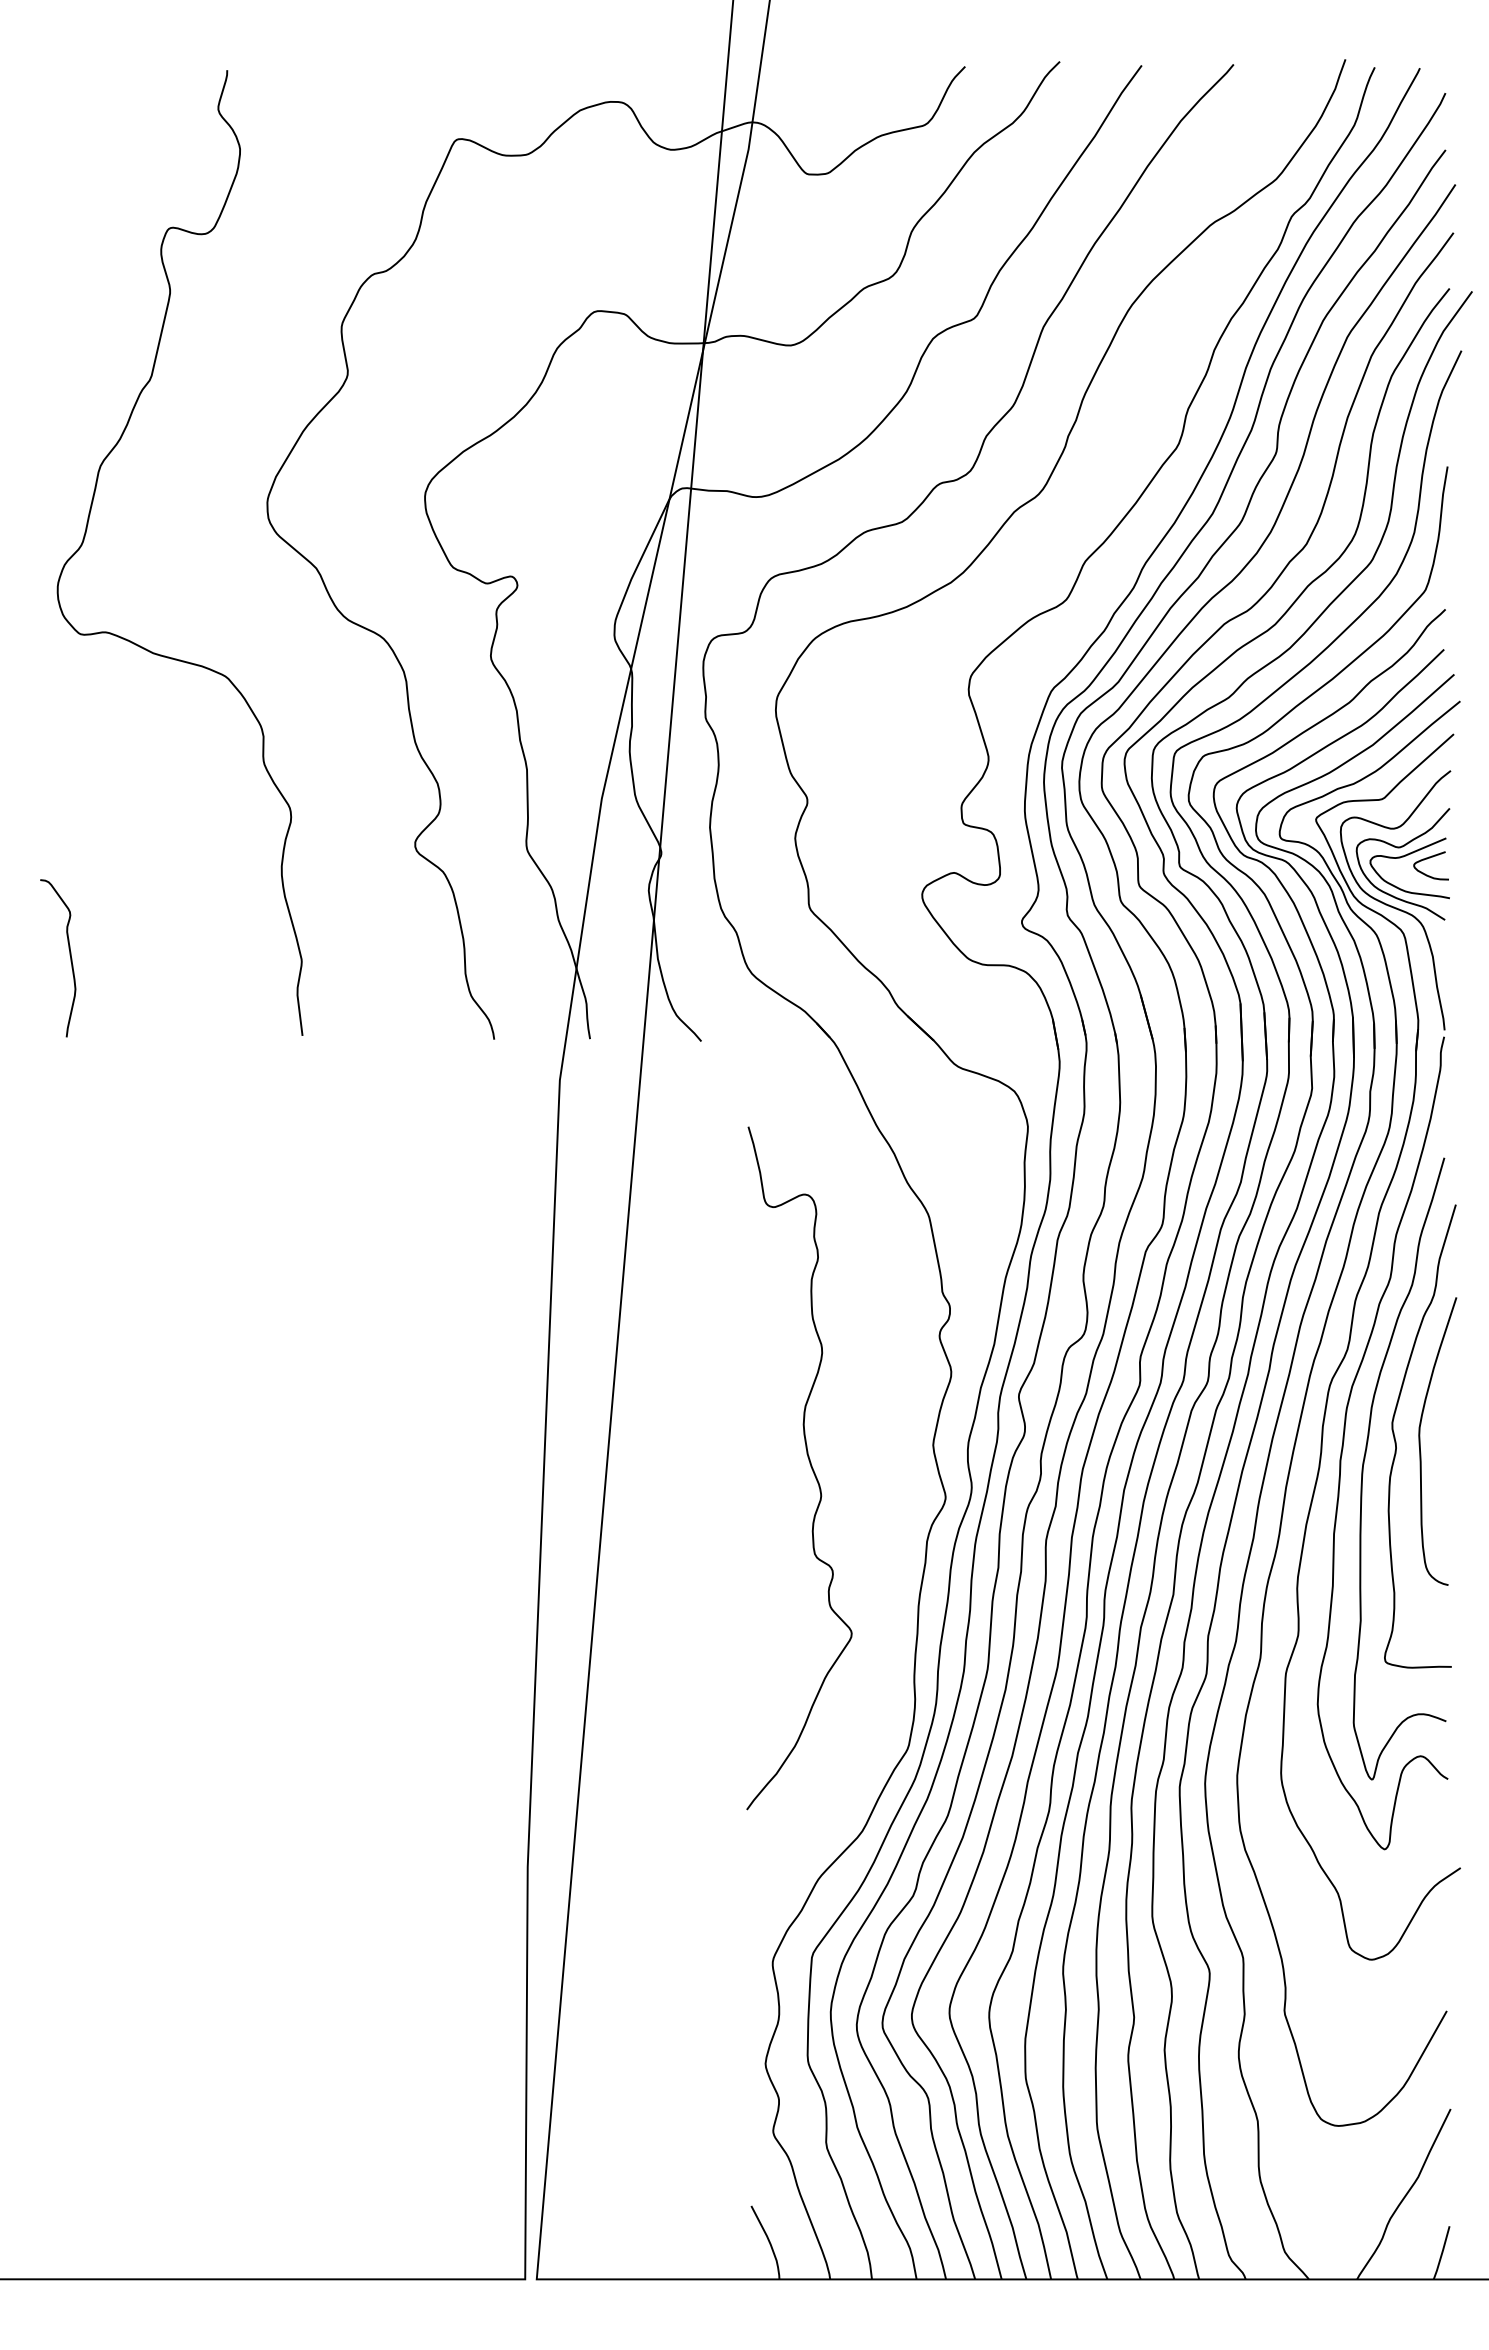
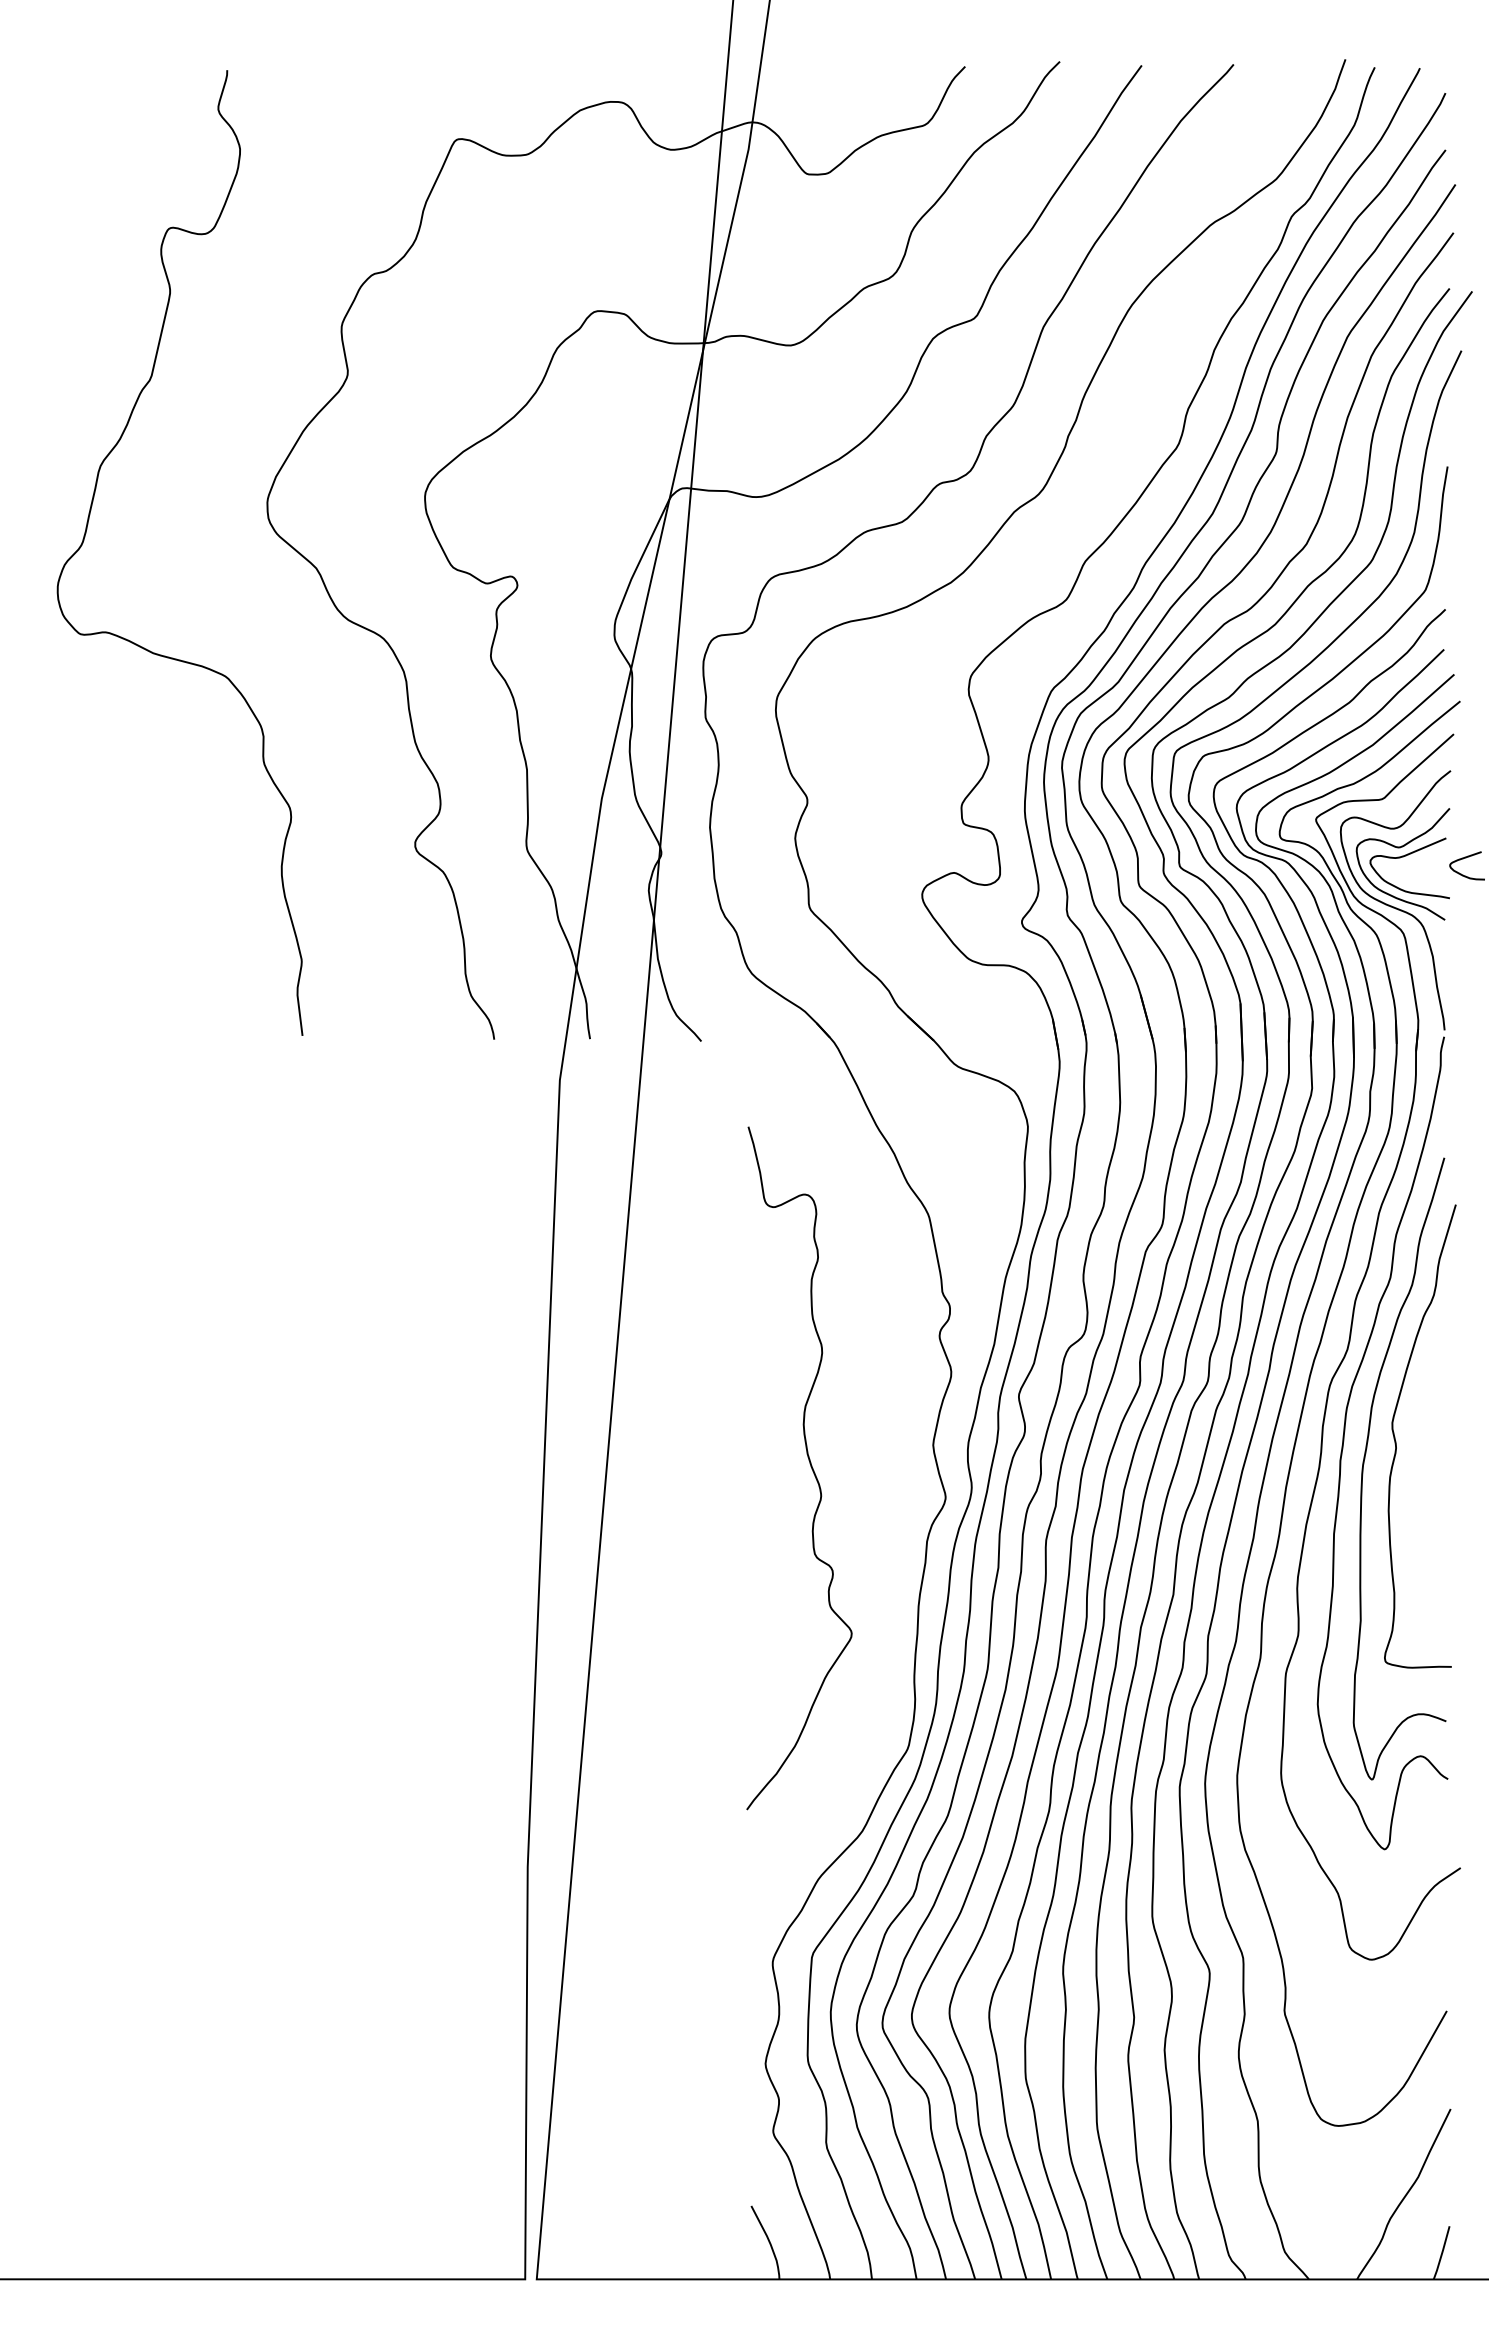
curve at (1427, 859) position: (1427, 859) -> (1463, 859)
curve at (69, 955): present -> none
curve at (1420, 1441): present -> none
